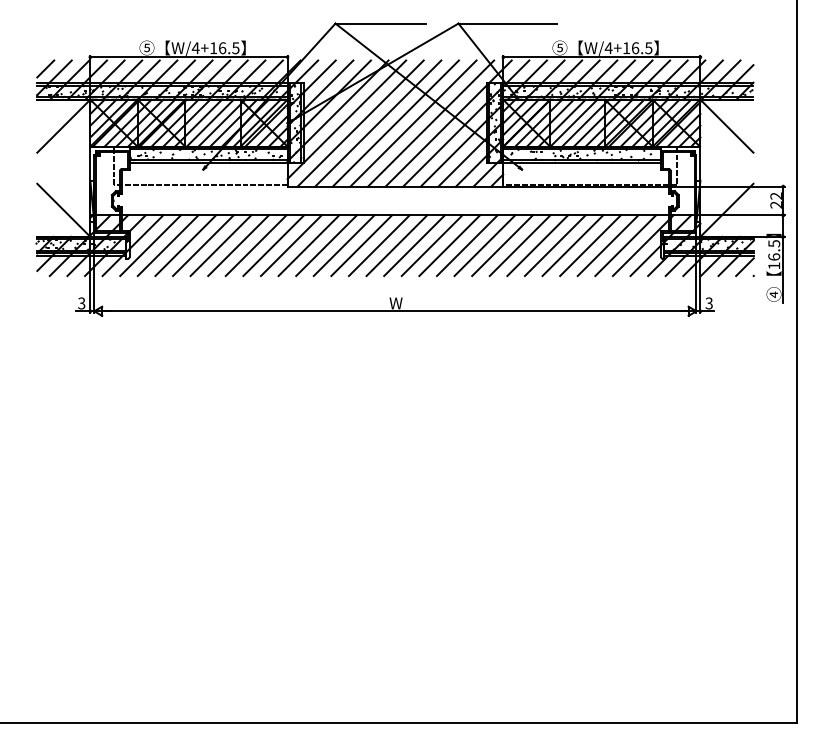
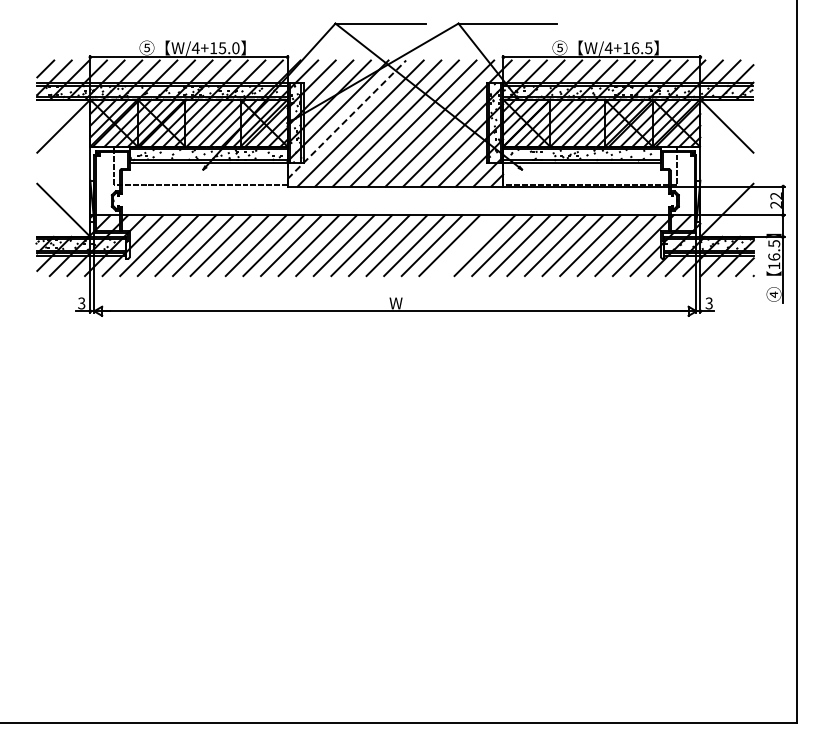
text at (228, 48): W/4+16.5 -> W/4+15.0
line at (346, 119): solid -> dashed
line at (466, 245): present -> none
